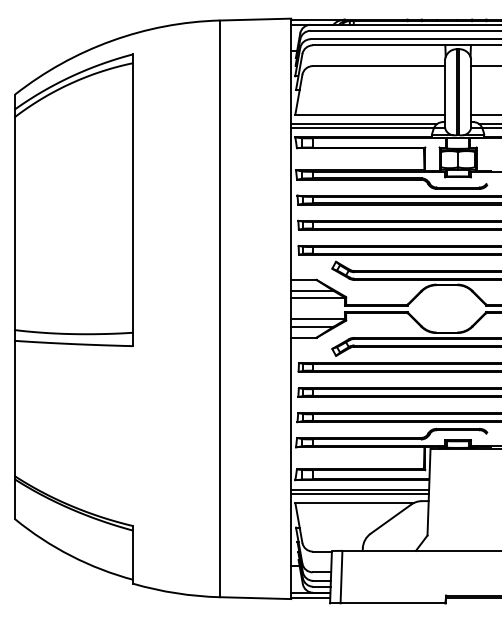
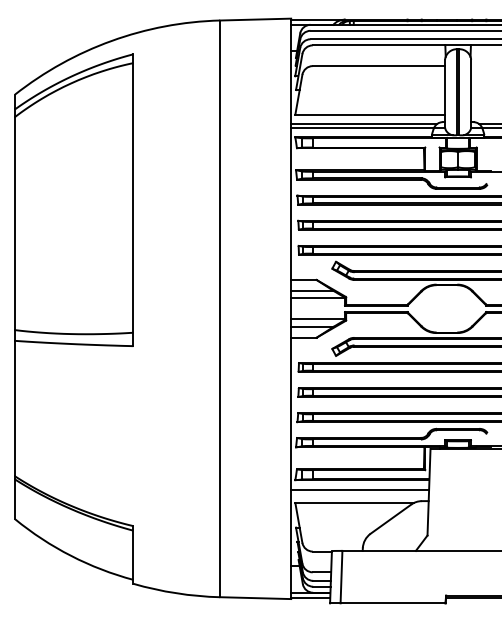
line at (484, 66): present -> none
line at (484, 114): present -> none
line at (359, 493): present -> none
